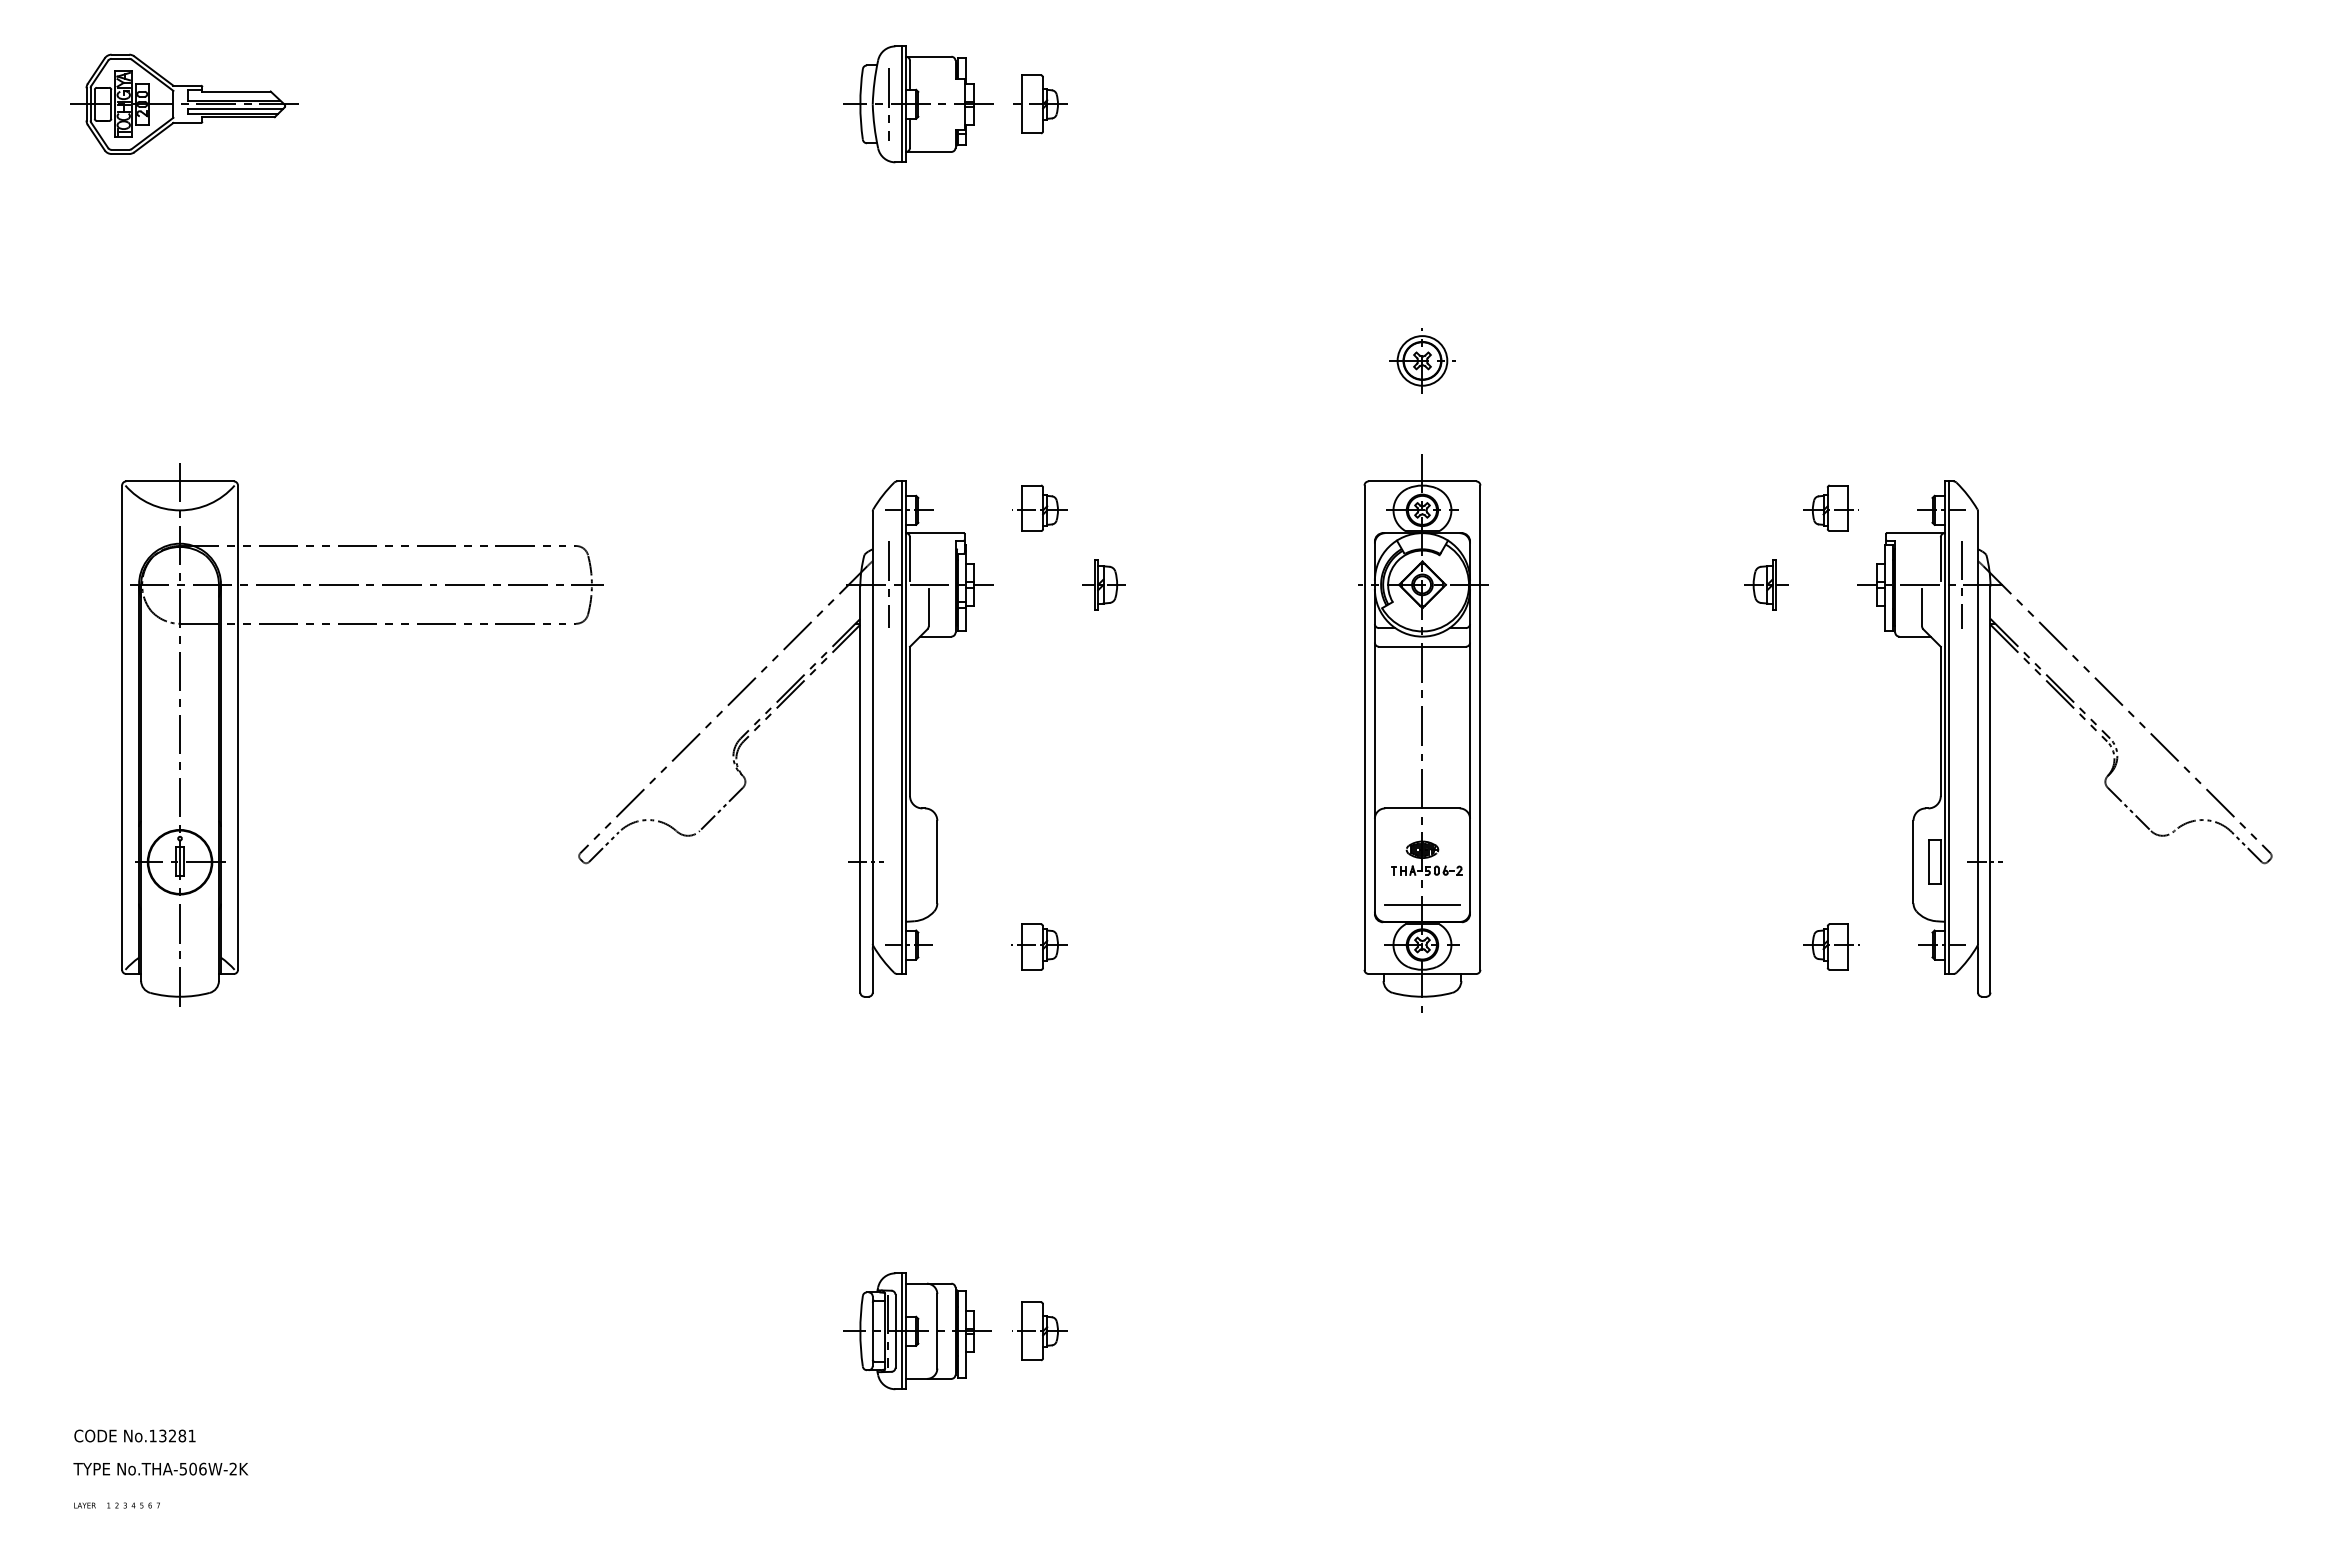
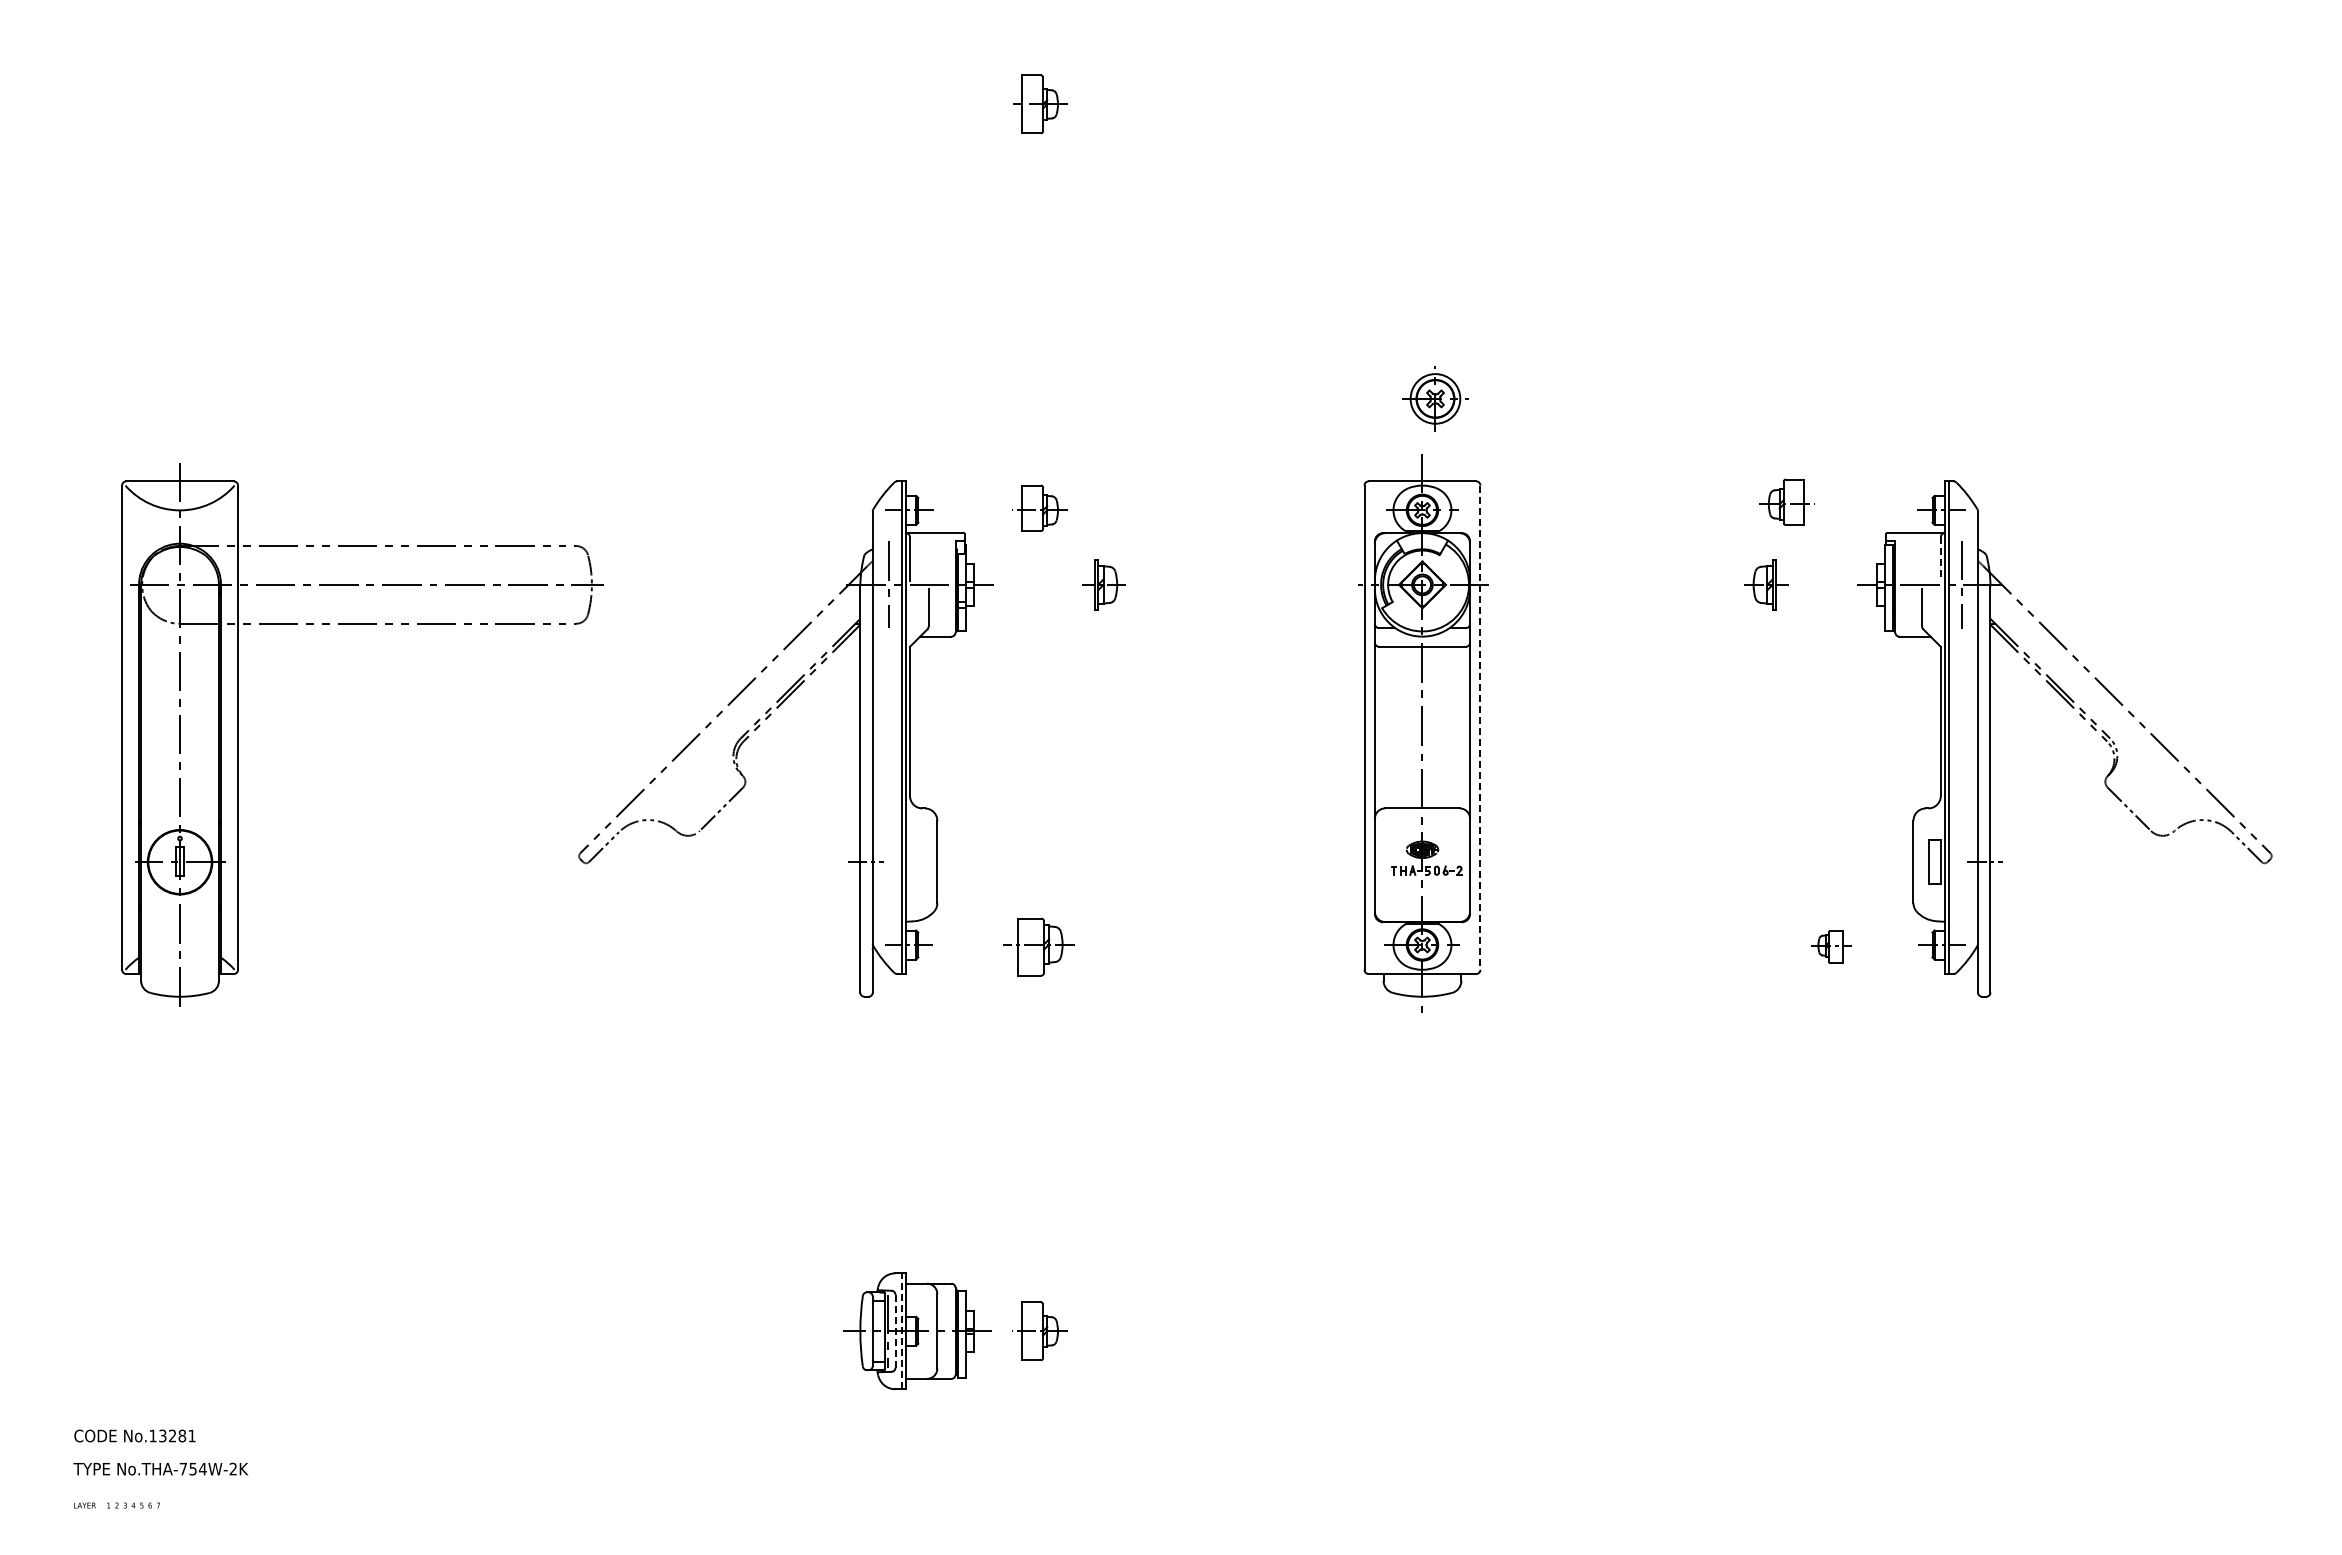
part at (184, 103): present -> none
part at (918, 104): present -> none
part at (1422, 360) position: (1422, 360) -> (1435, 398)
part at (1830, 507) position: (1830, 507) -> (1786, 501)
line at (1940, 559): solid -> dashed
line at (1480, 728): solid -> dashed
line at (1422, 904): present -> none
part at (1039, 946) size: 57x48 px -> 72x60 px
part at (1831, 946) size: 57x48 px -> 41x34 px
line at (895, 1330): solid -> dashed
line at (901, 1331): solid -> dashed
text at (192, 1468): No.THA-506W-2K -> No.THA-754W-2K
